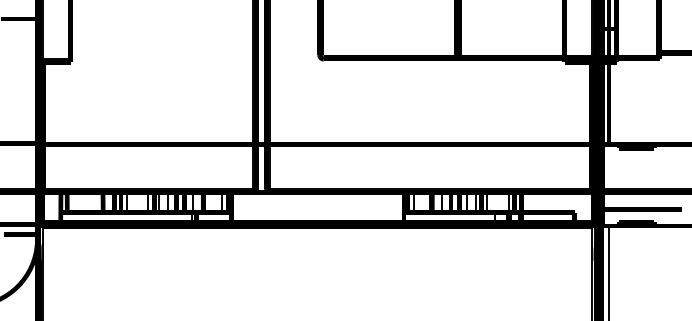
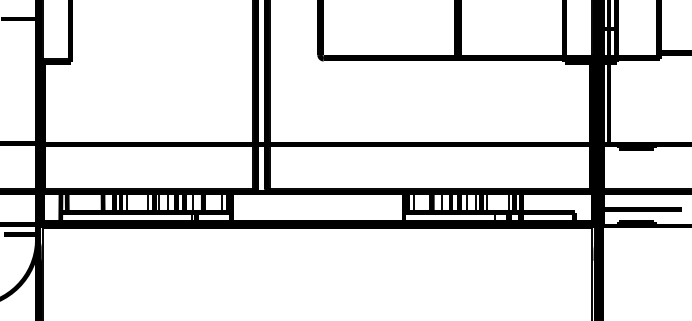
line at (608, 271): present -> none
